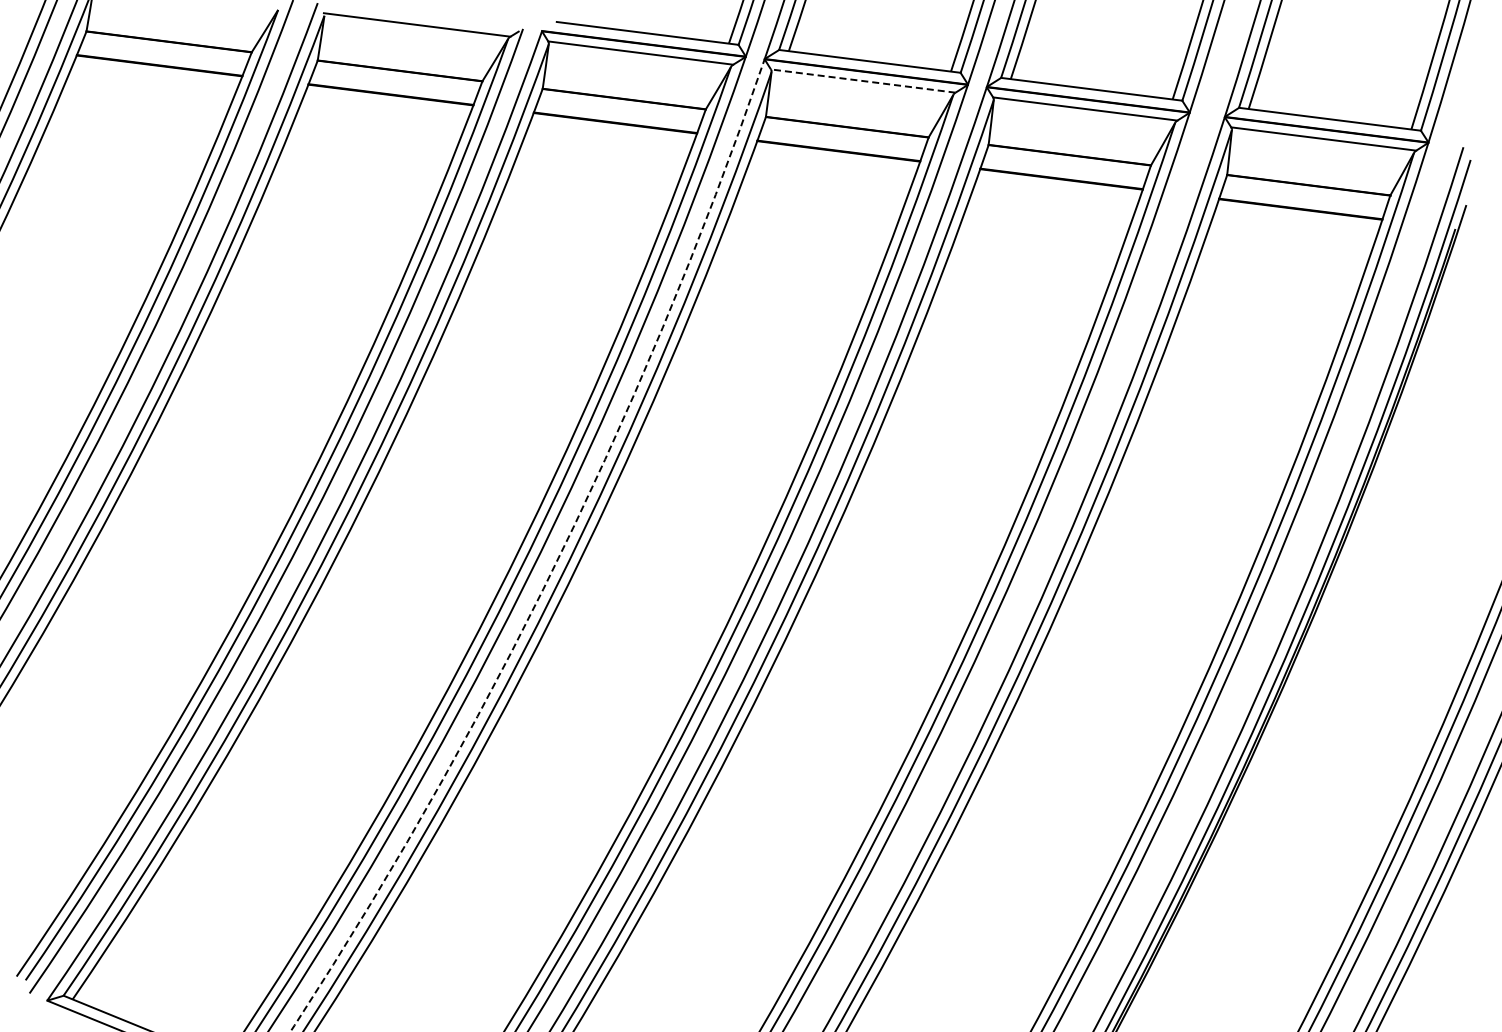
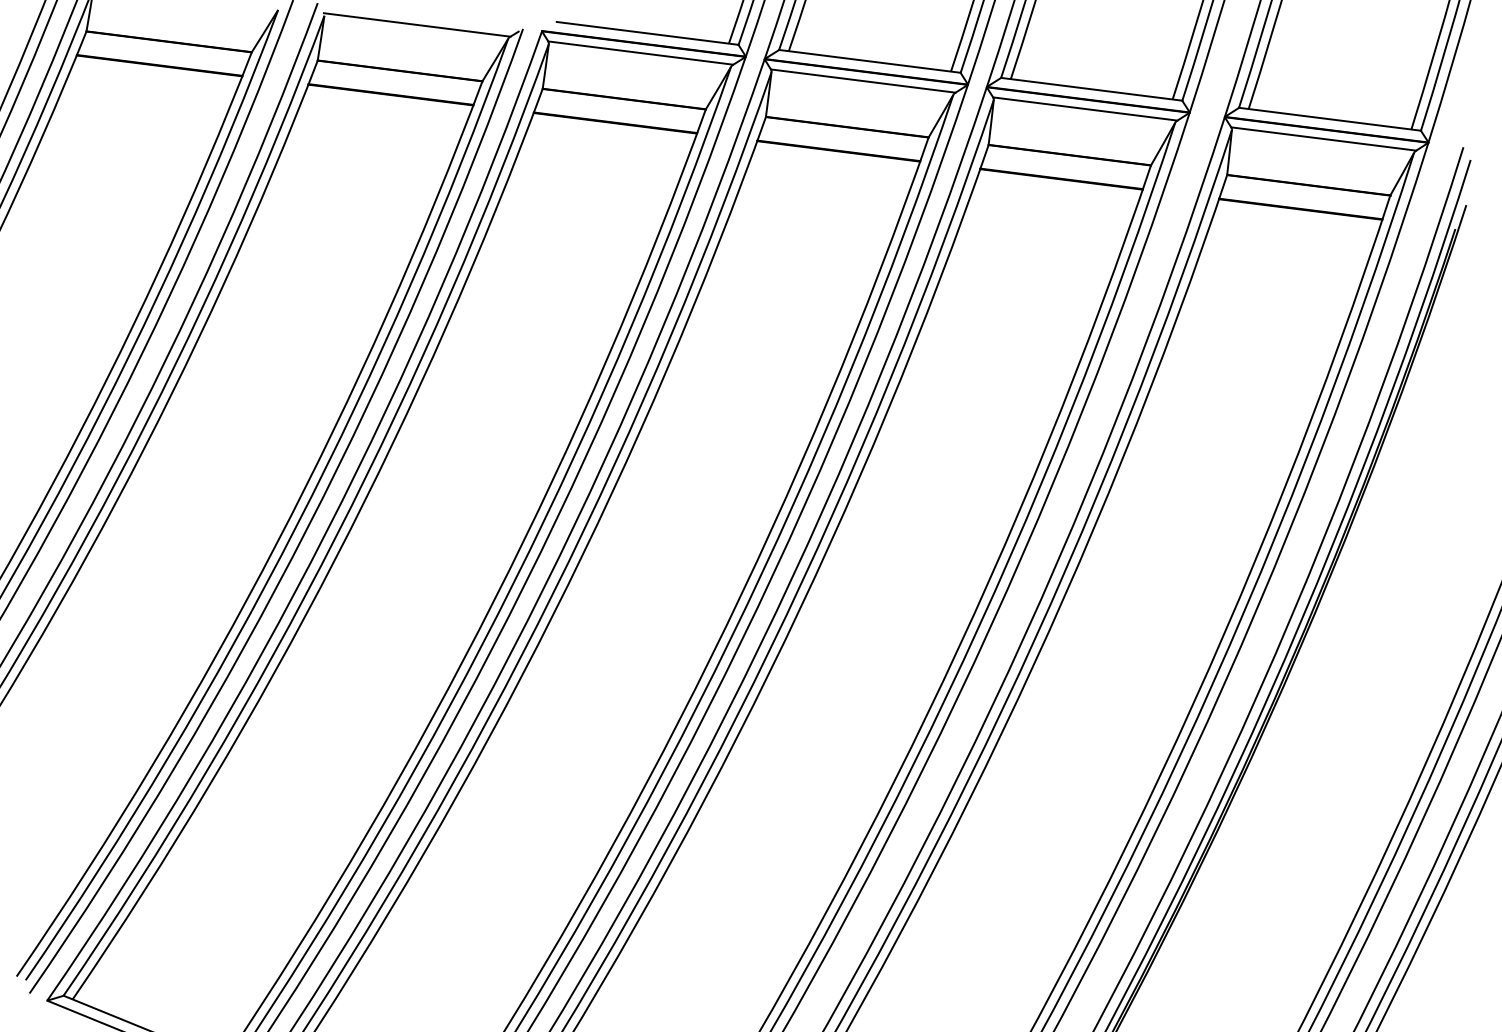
line at (862, 81): dashed -> solid
arc at (557, 559): dashed -> solid
